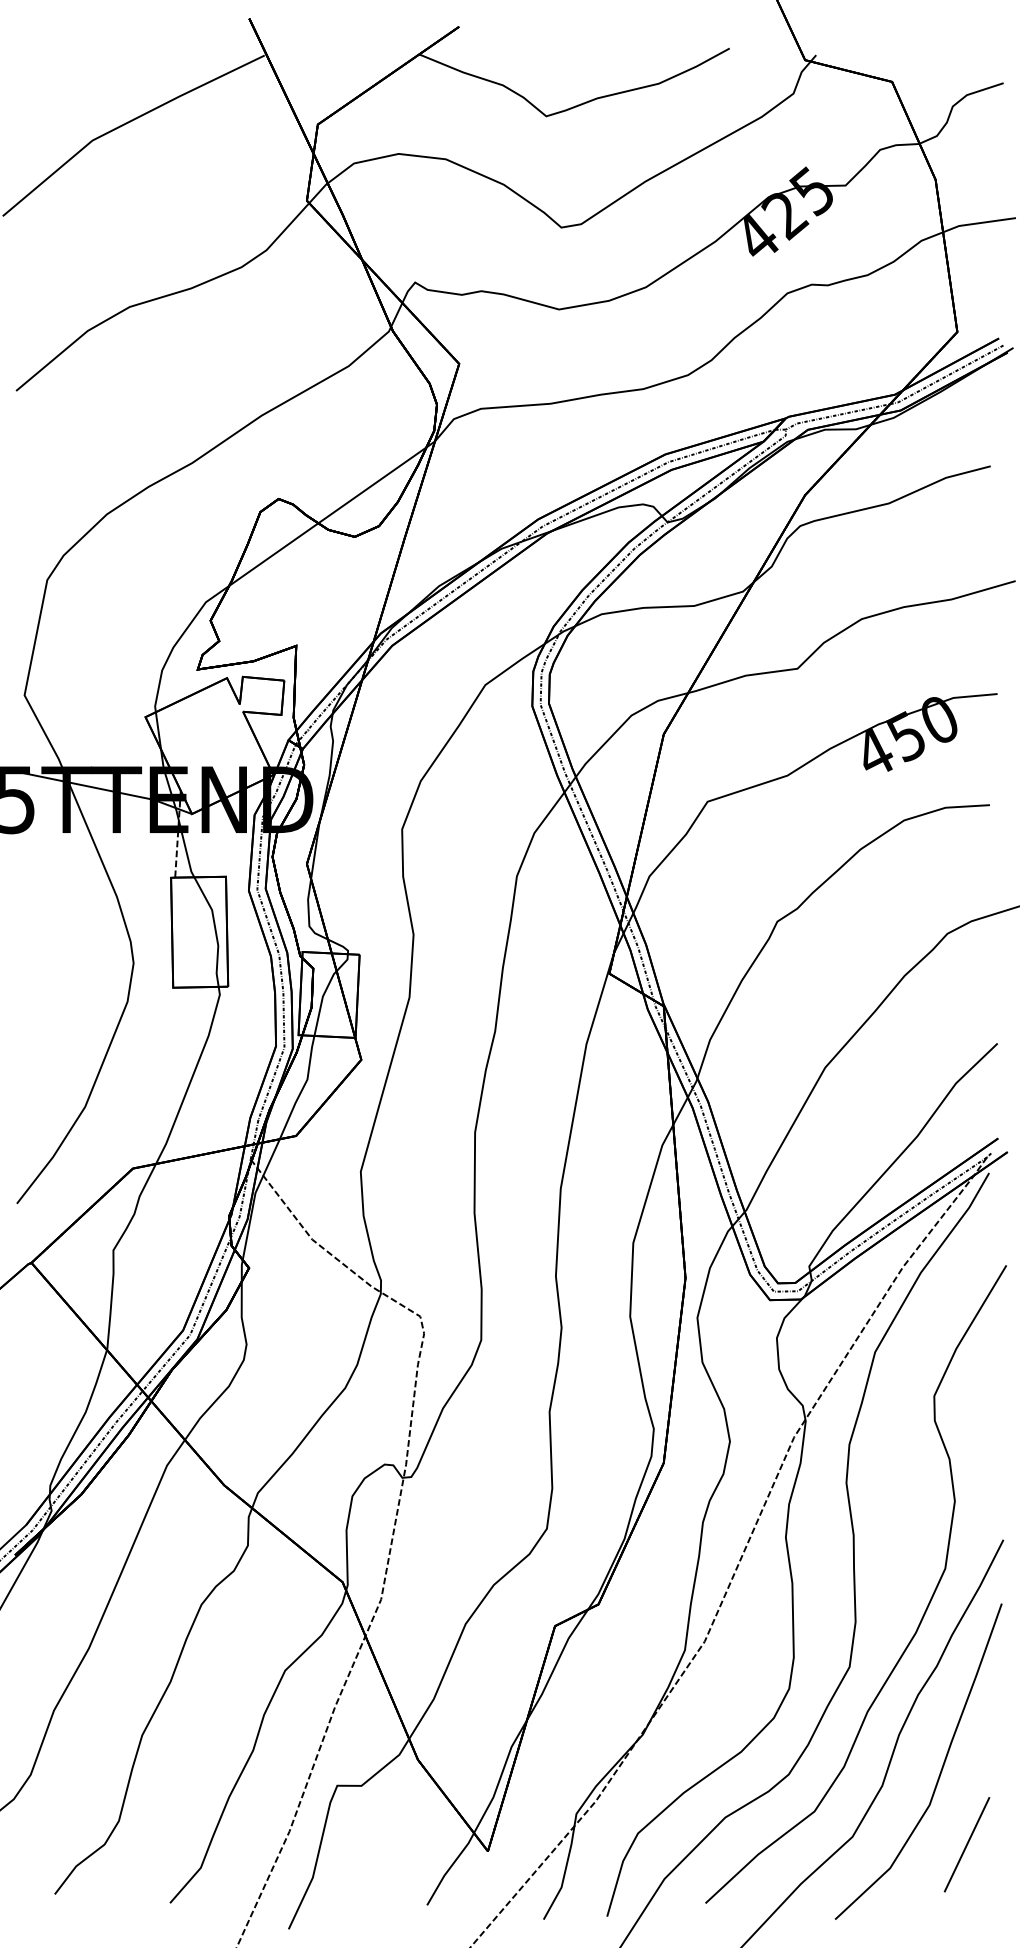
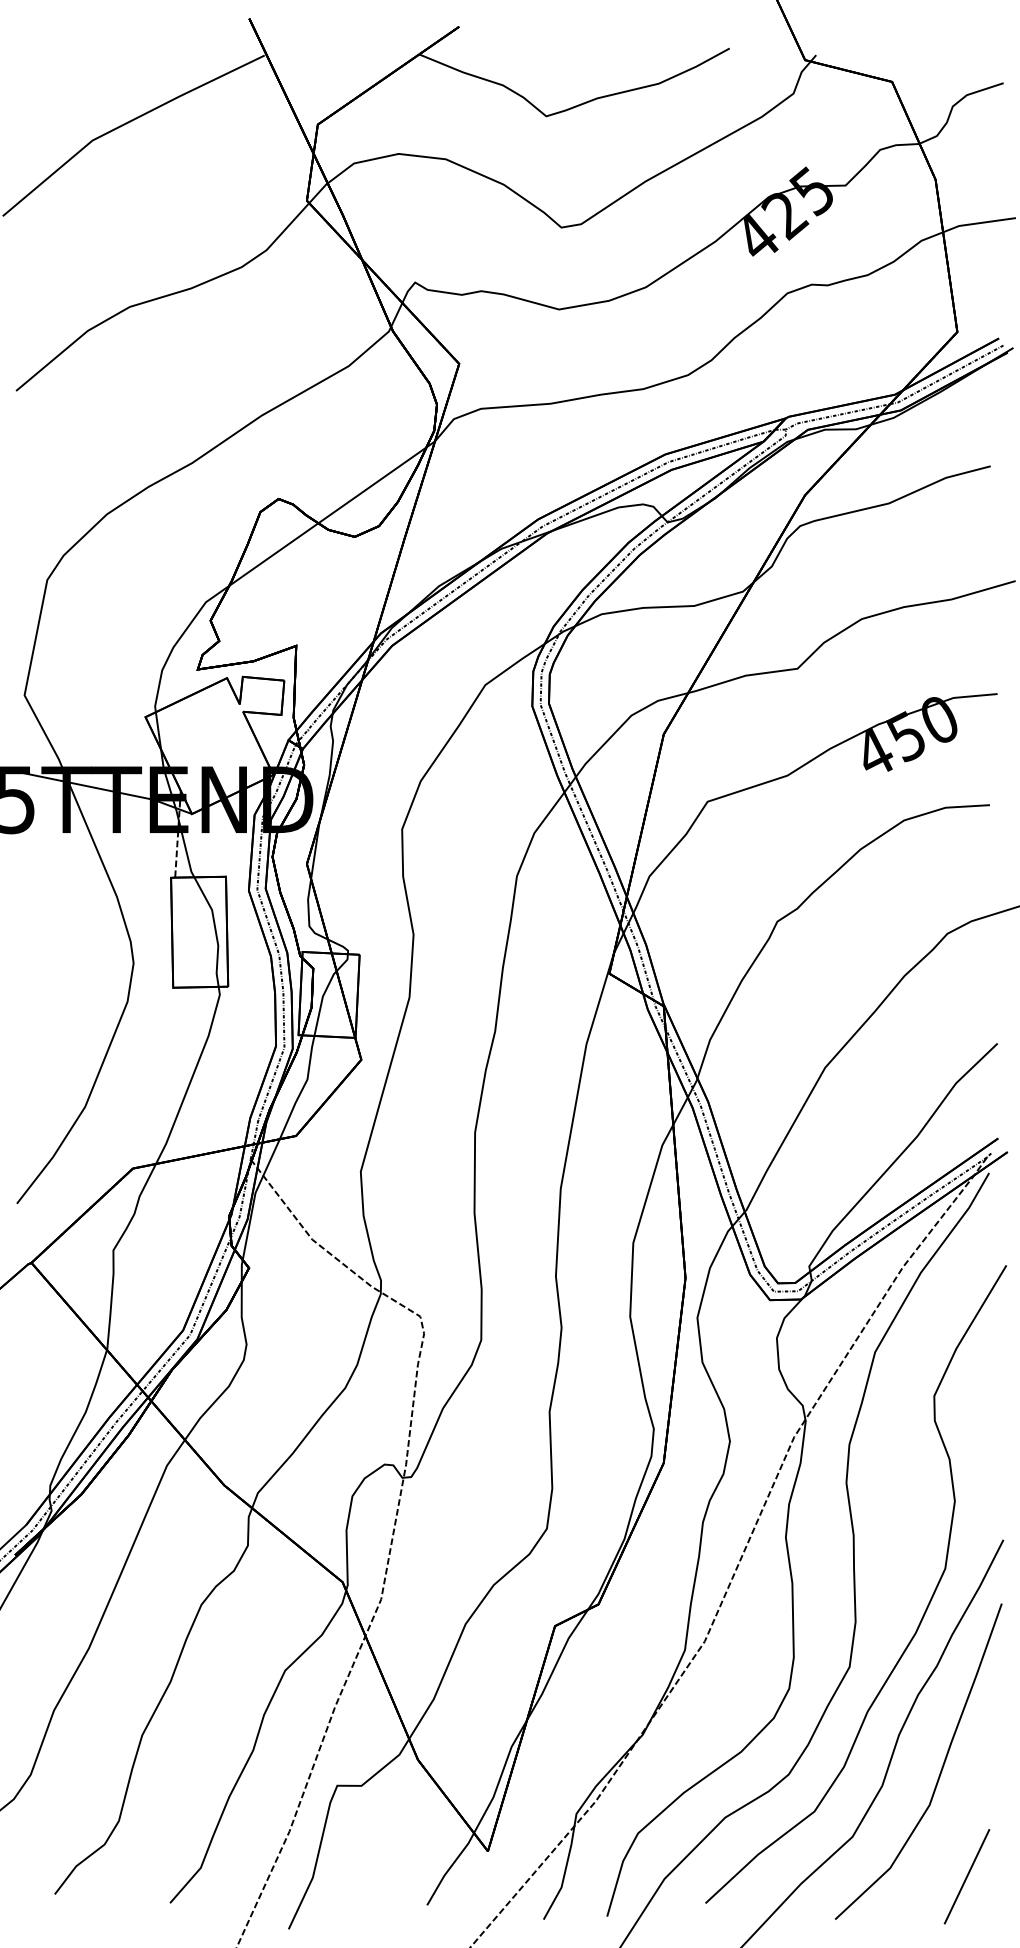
line at (966, 1844) position: (966, 1844) -> (966, 1876)
